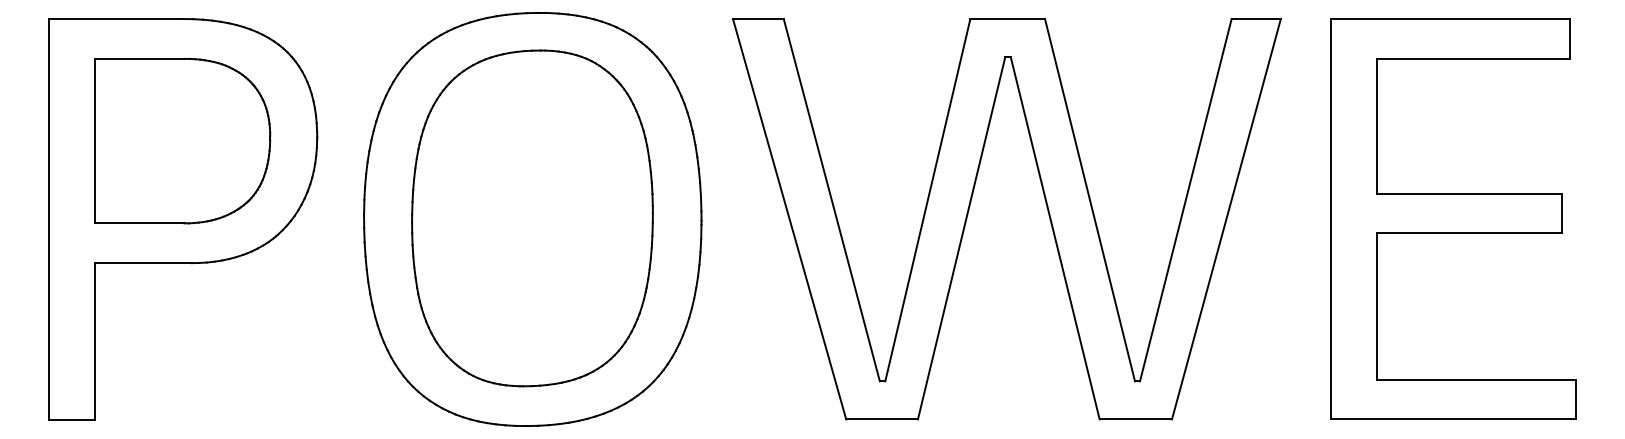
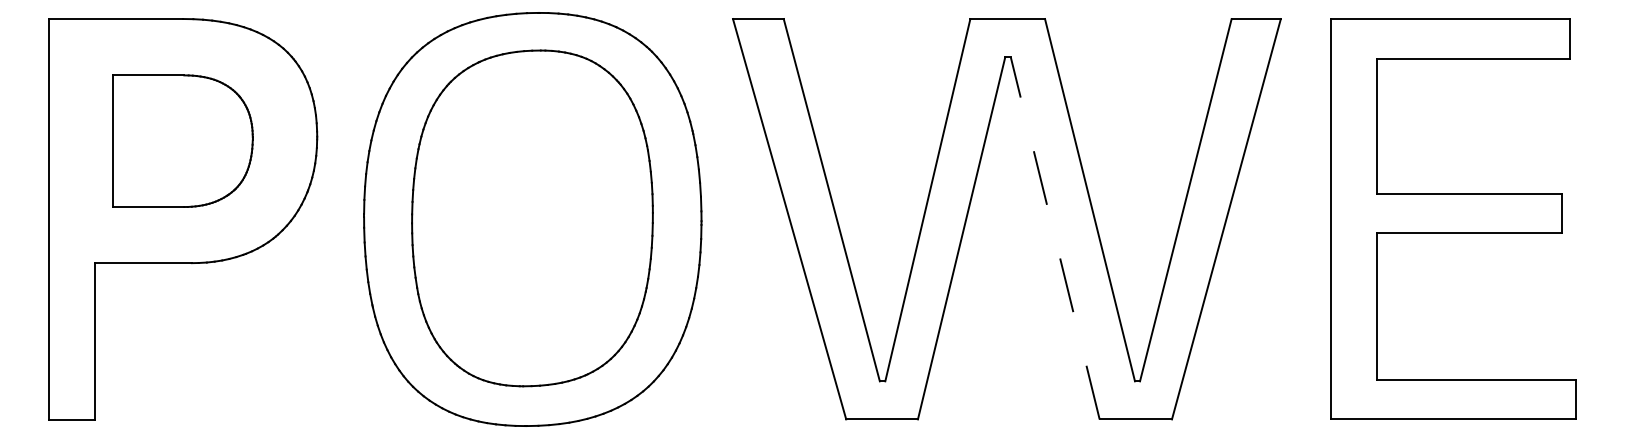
part at (182, 141) size: 178x167 px -> 142x134 px
line at (1055, 237): solid -> dashed
